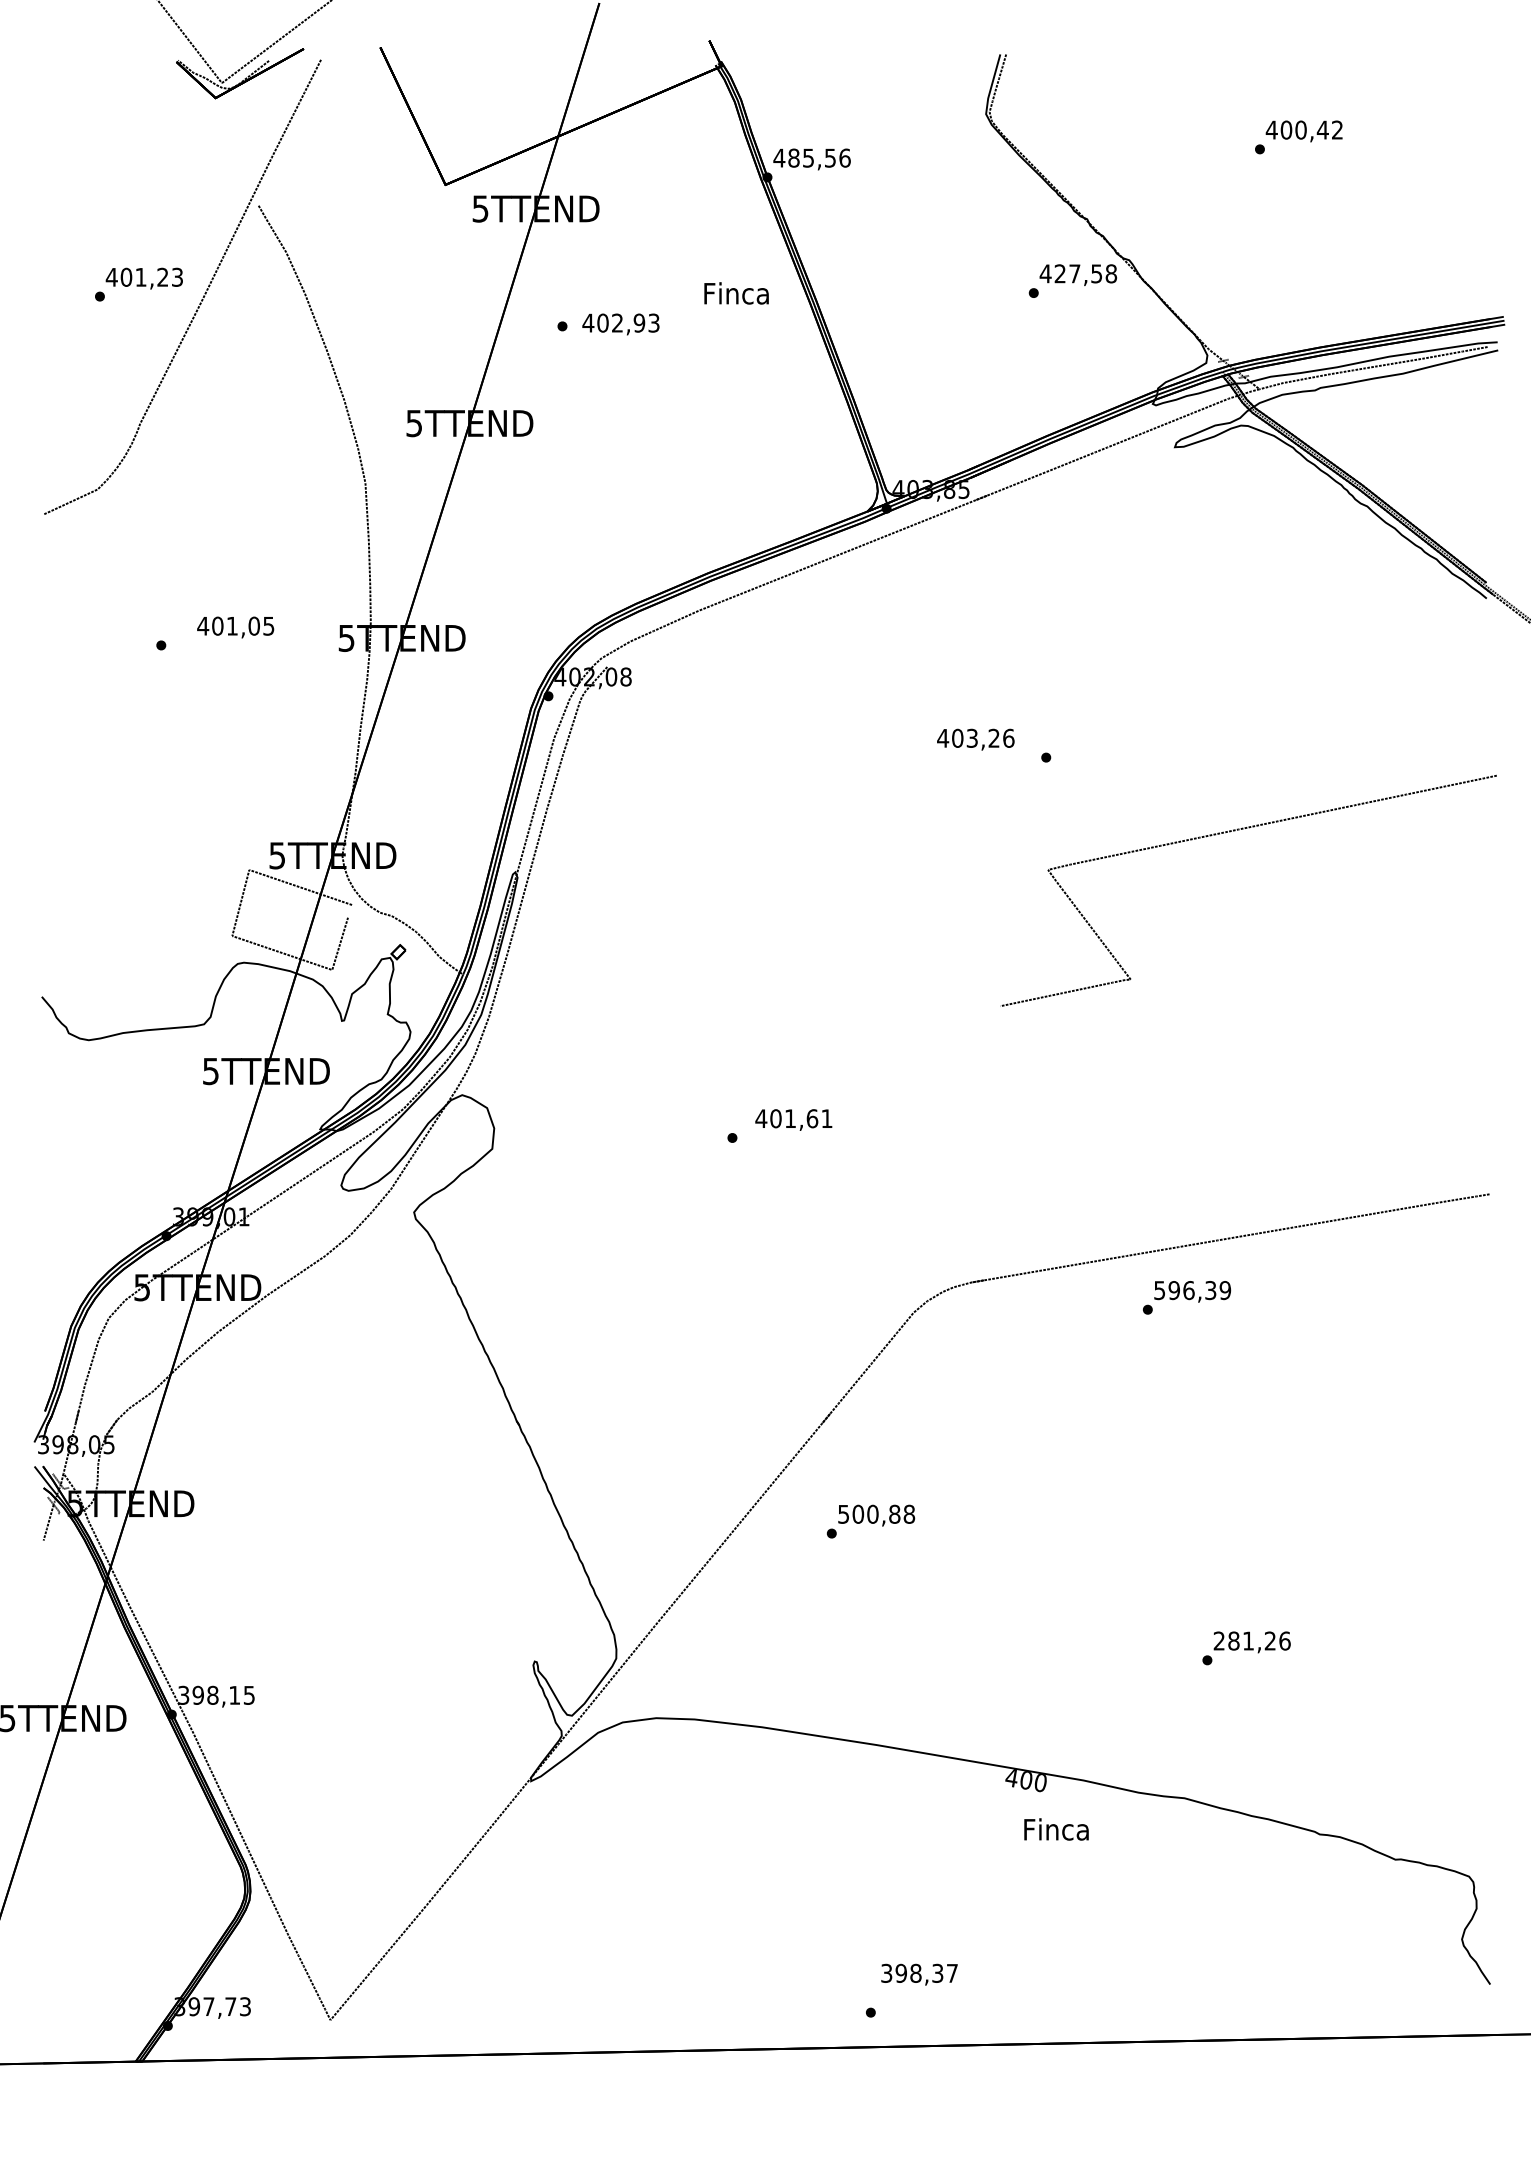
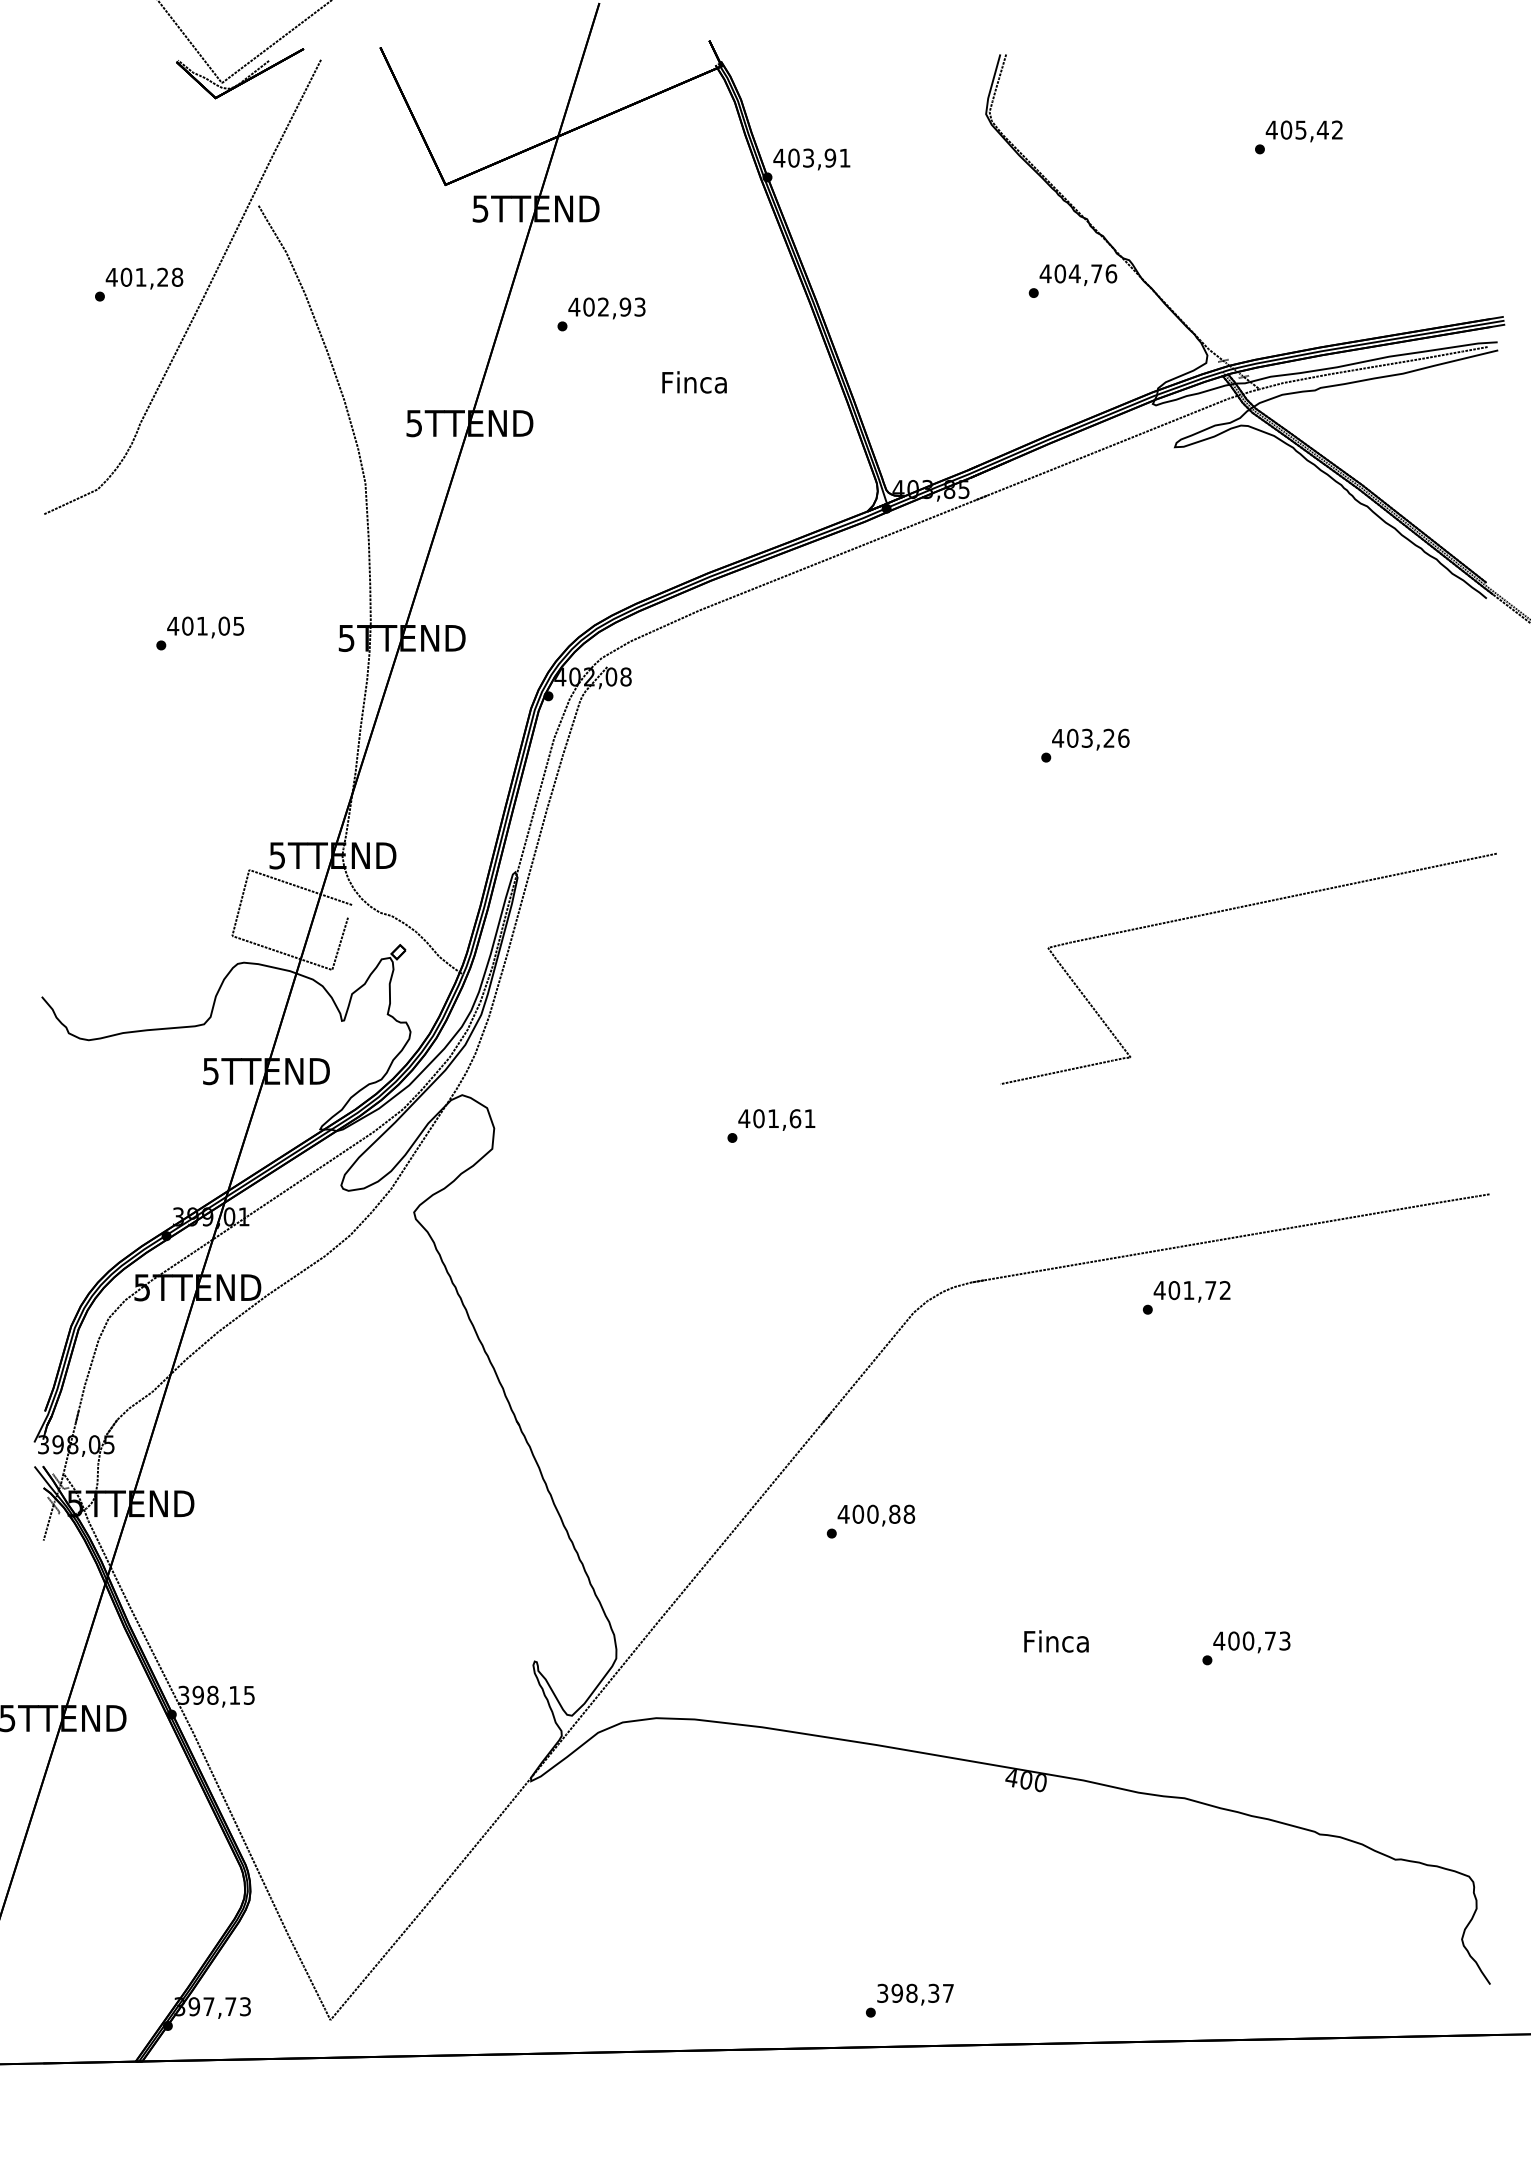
text at (1300, 129): 400,42 -> 405,42
text at (819, 157): 485,56 -> 403,91
text at (1085, 273): 427,58 -> 404,76
text at (177, 276): 401,23 -> 401,28
text at (736, 293) position: (736, 293) -> (694, 382)
text at (620, 324) position: (620, 324) -> (606, 308)
text at (235, 627) position: (235, 627) -> (205, 627)
text at (975, 739) position: (975, 739) -> (1090, 739)
curve at (1235, 831) position: (1235, 831) -> (1235, 909)
text at (793, 1119) position: (793, 1119) -> (776, 1119)
text at (1192, 1290): 596,39 -> 401,72
text at (843, 1514): 500,88 -> 400,88
text at (1251, 1640): 281,26 -> 400,73
text at (1056, 1829) position: (1056, 1829) -> (1056, 1641)
text at (919, 1974) position: (919, 1974) -> (915, 1994)
